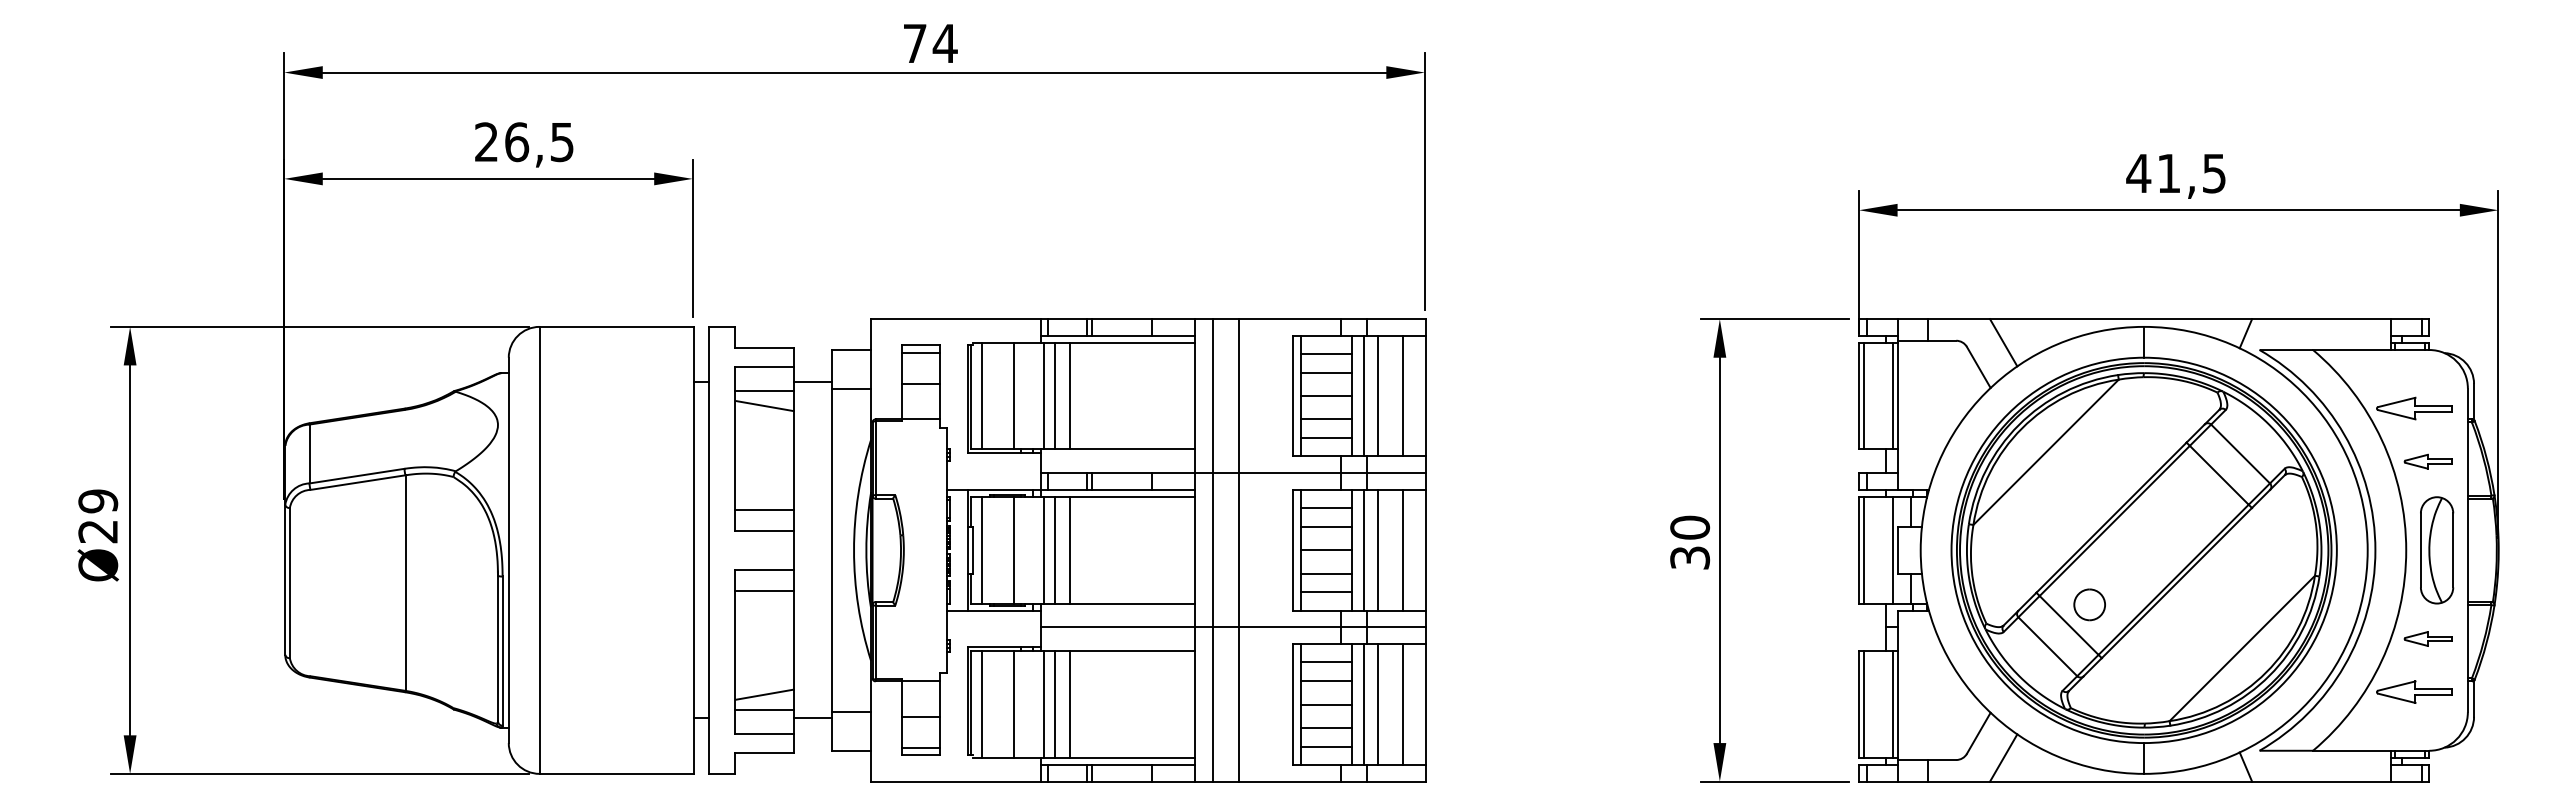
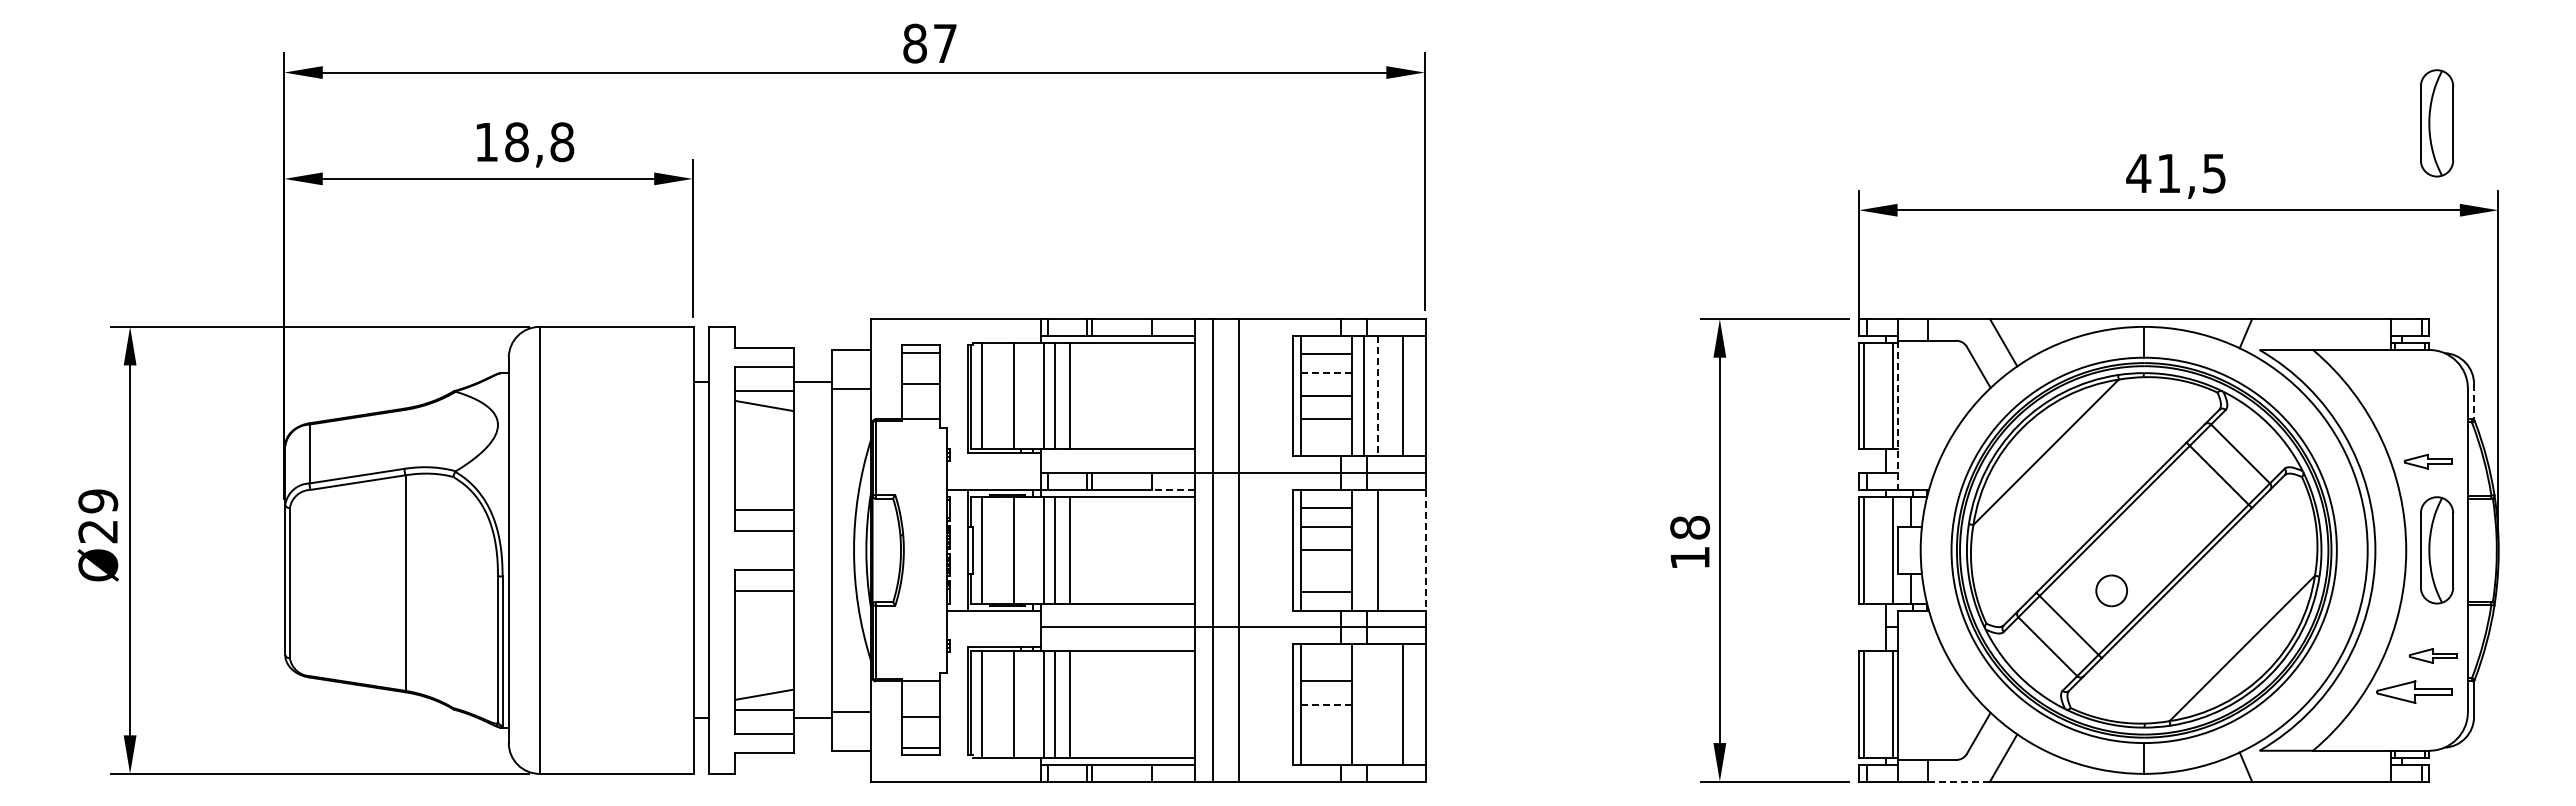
text at (930, 43): 74 -> 87
part at (2437, 123): none -> present
text at (524, 142): 26,5 -> 18,8
line at (1325, 373): solid -> dashed
line at (1378, 396): solid -> dashed
line at (2474, 401): solid -> dashed
part at (2414, 408): present -> none
line at (1897, 415): solid -> dashed
line at (1326, 438): present -> none
line at (1173, 490): solid -> dashed
text at (1690, 542): 30 -> 18
line at (1364, 550): present -> none
line at (1402, 550): present -> none
line at (1425, 550): solid -> dashed
line at (1326, 573): present -> none
part at (2089, 604) position: (2089, 604) -> (2111, 590)
part at (2427, 638) position: (2427, 638) -> (2432, 655)
line at (1326, 662): present -> none
line at (1325, 704): solid -> dashed
line at (1364, 704): present -> none
line at (1378, 704): present -> none
line at (1326, 727): present -> none
line at (1326, 746): present -> none
line at (1959, 781): solid -> dashed
